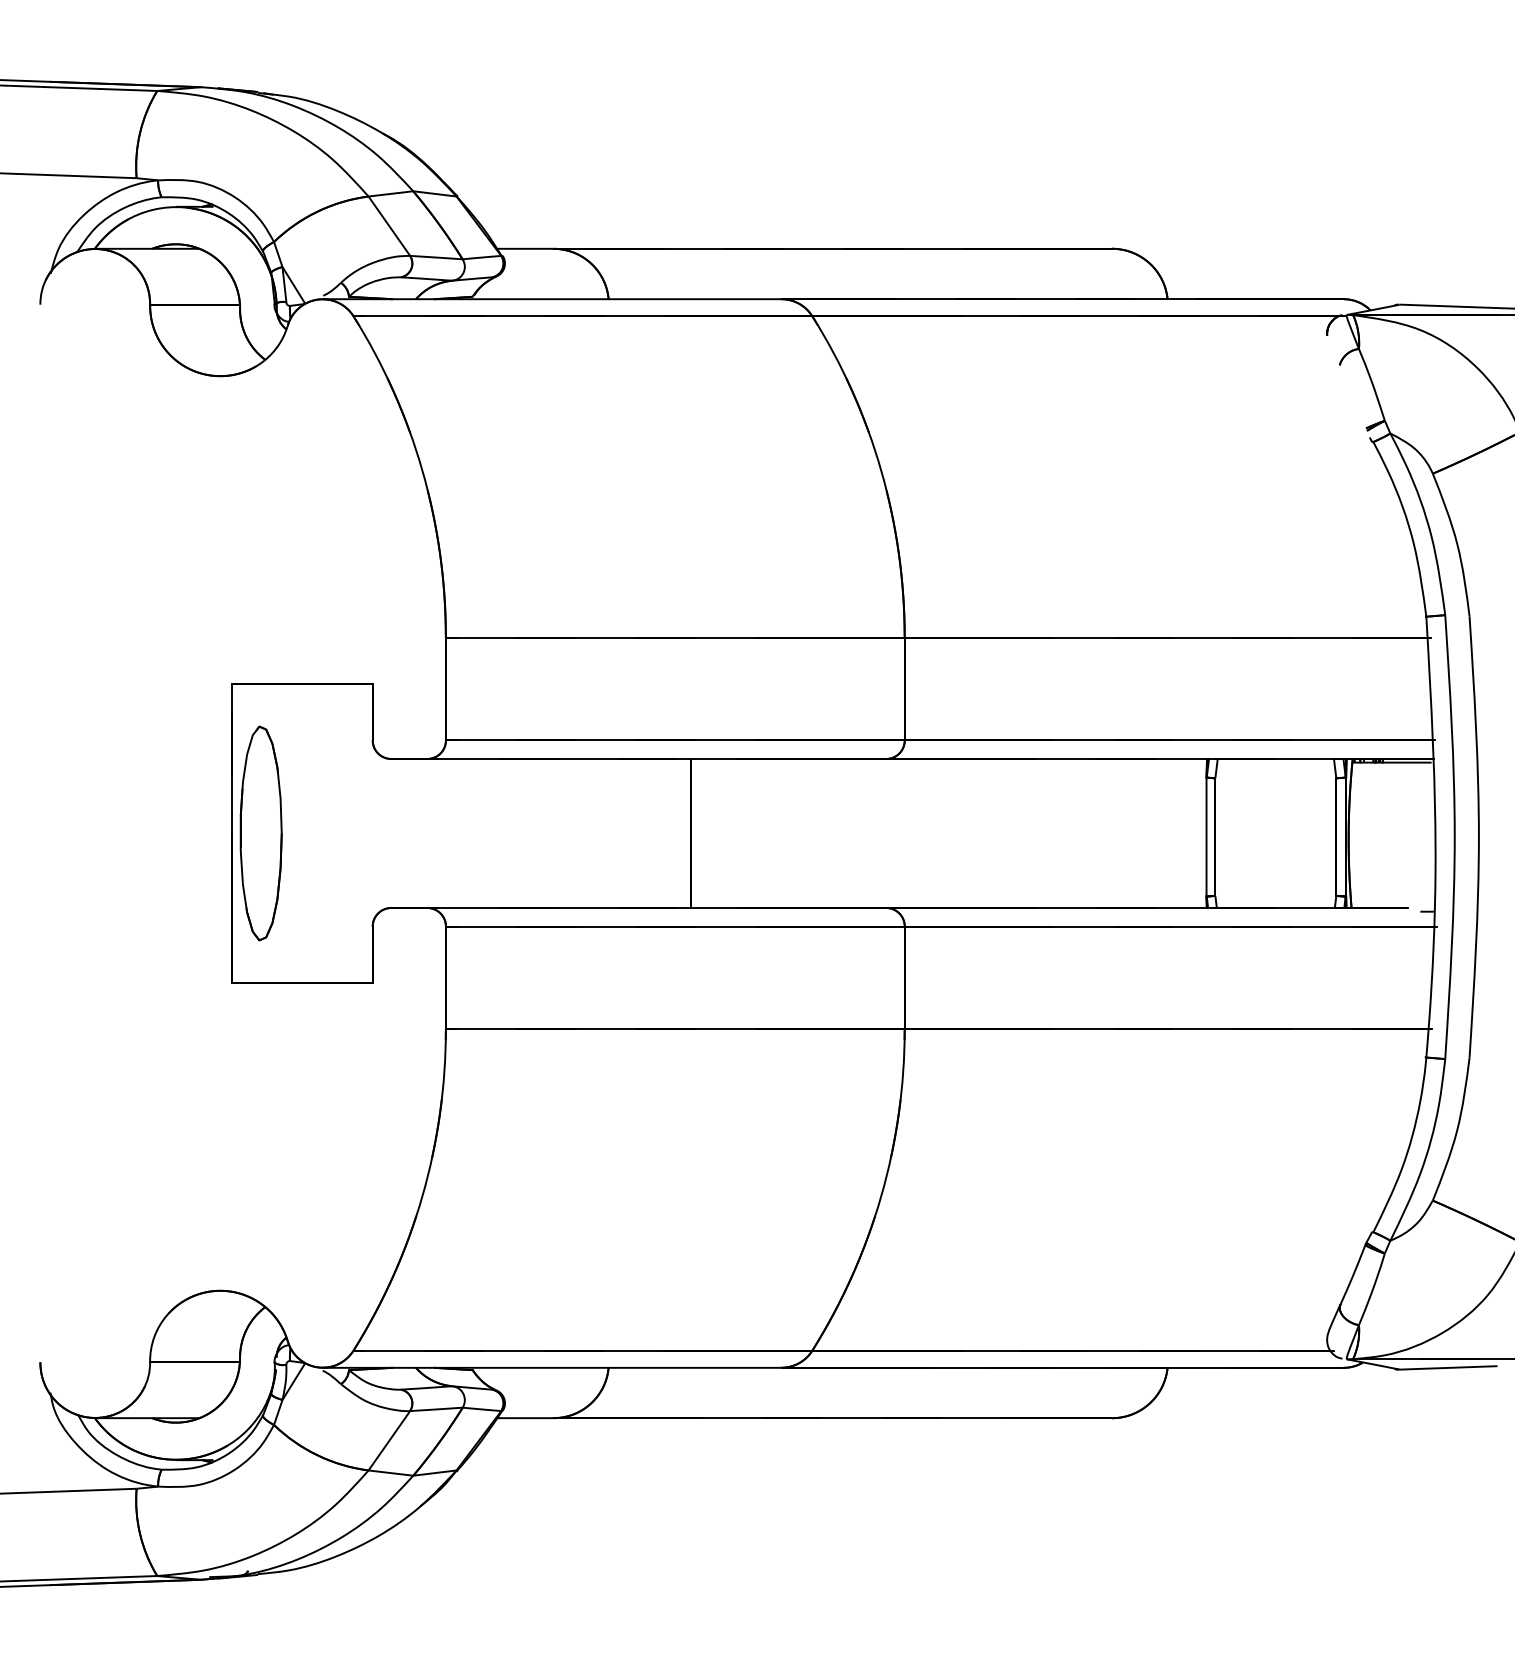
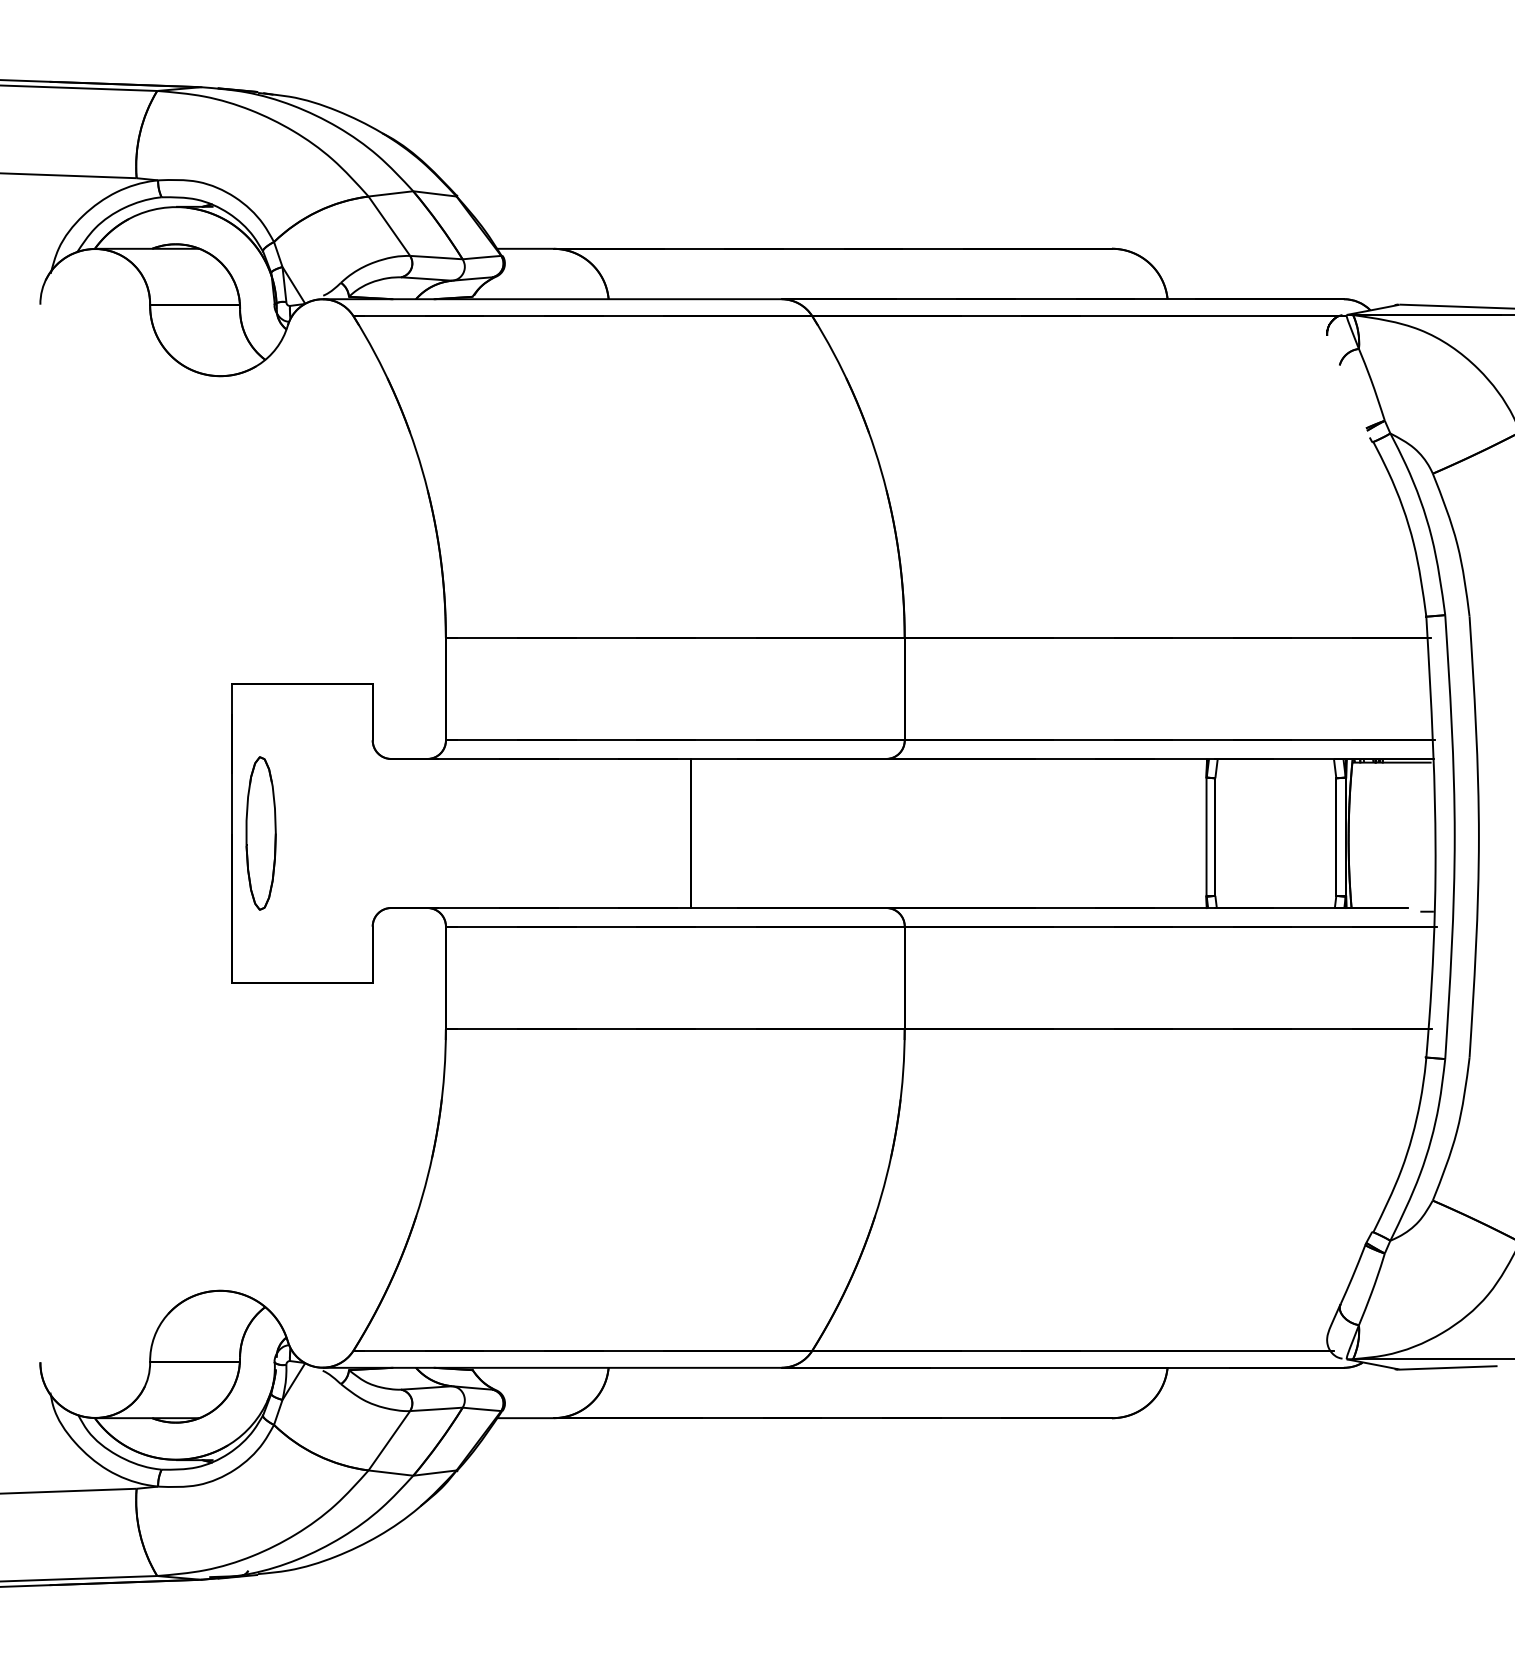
part at (260, 833) size: 44x217 px -> 32x155 px
